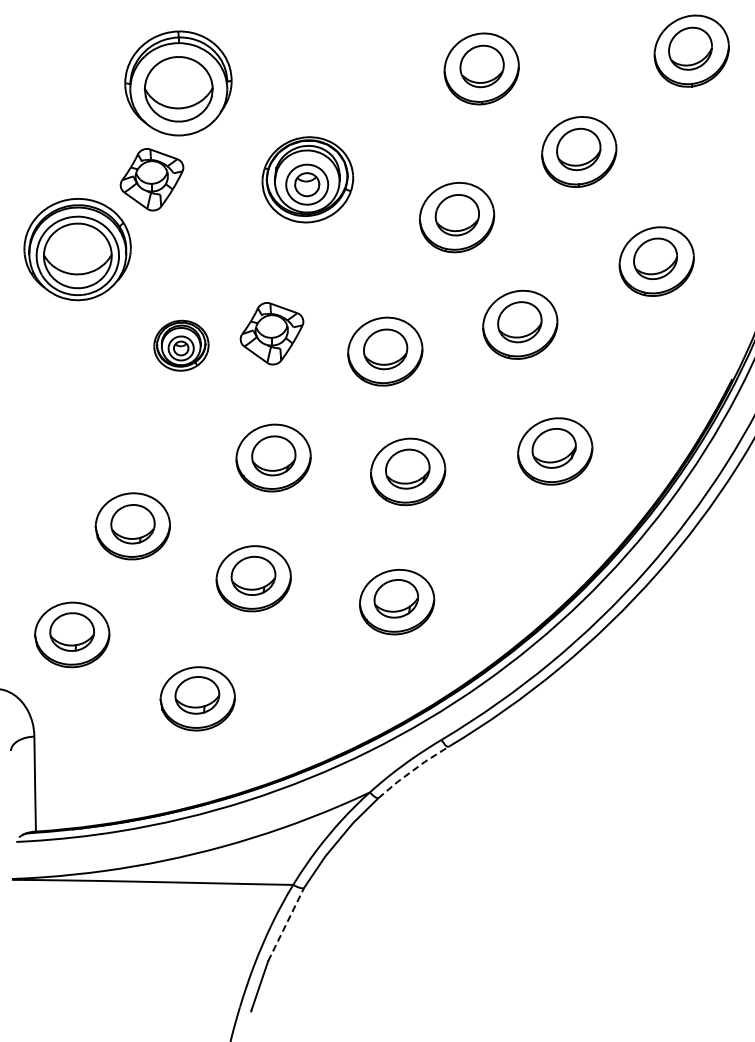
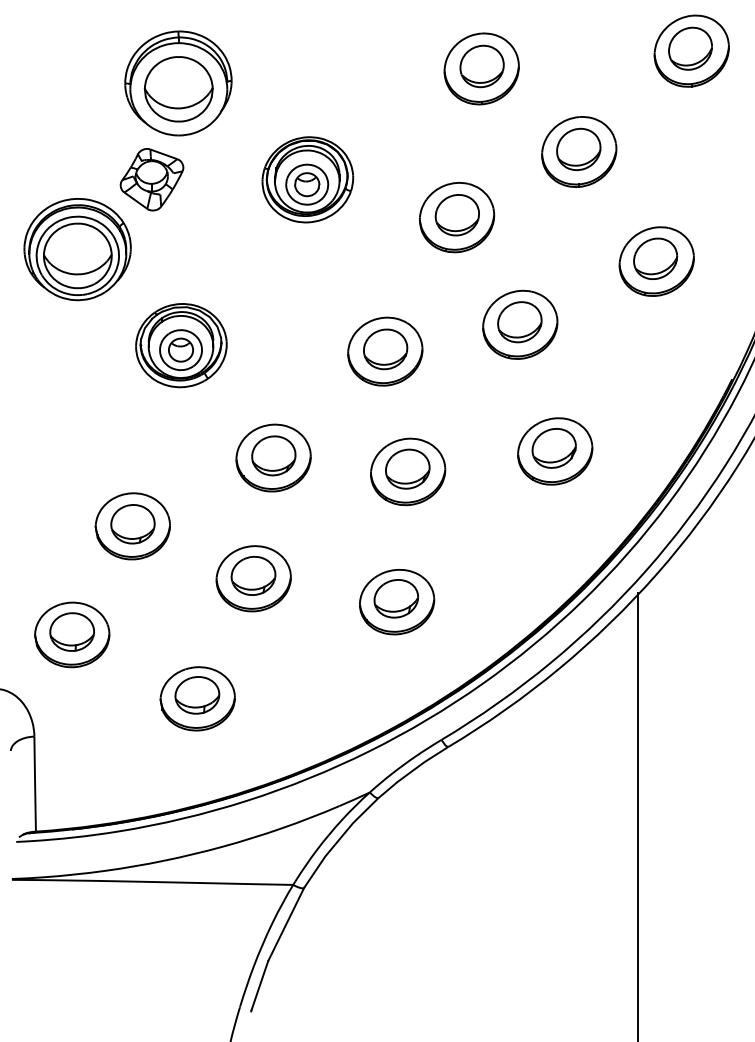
part at (271, 333): present -> none
part at (181, 345) size: 57x53 px -> 93x86 px
line at (411, 771): dashed -> solid
line at (637, 815): none -> present
line at (286, 924): dashed -> solid
